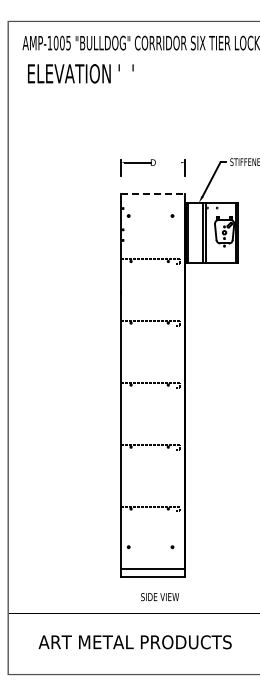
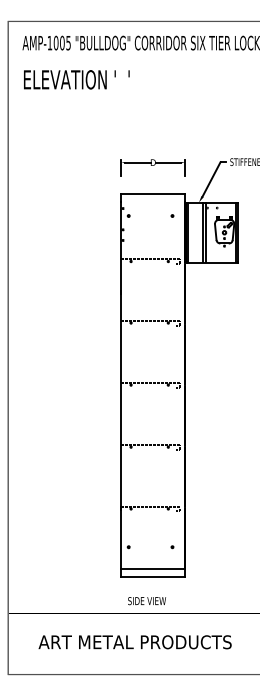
text at (80, 73) position: (80, 73) -> (76, 79)
line at (168, 162): none -> present
line at (153, 193): dashed -> solid
text at (159, 597) position: (159, 597) -> (146, 601)
